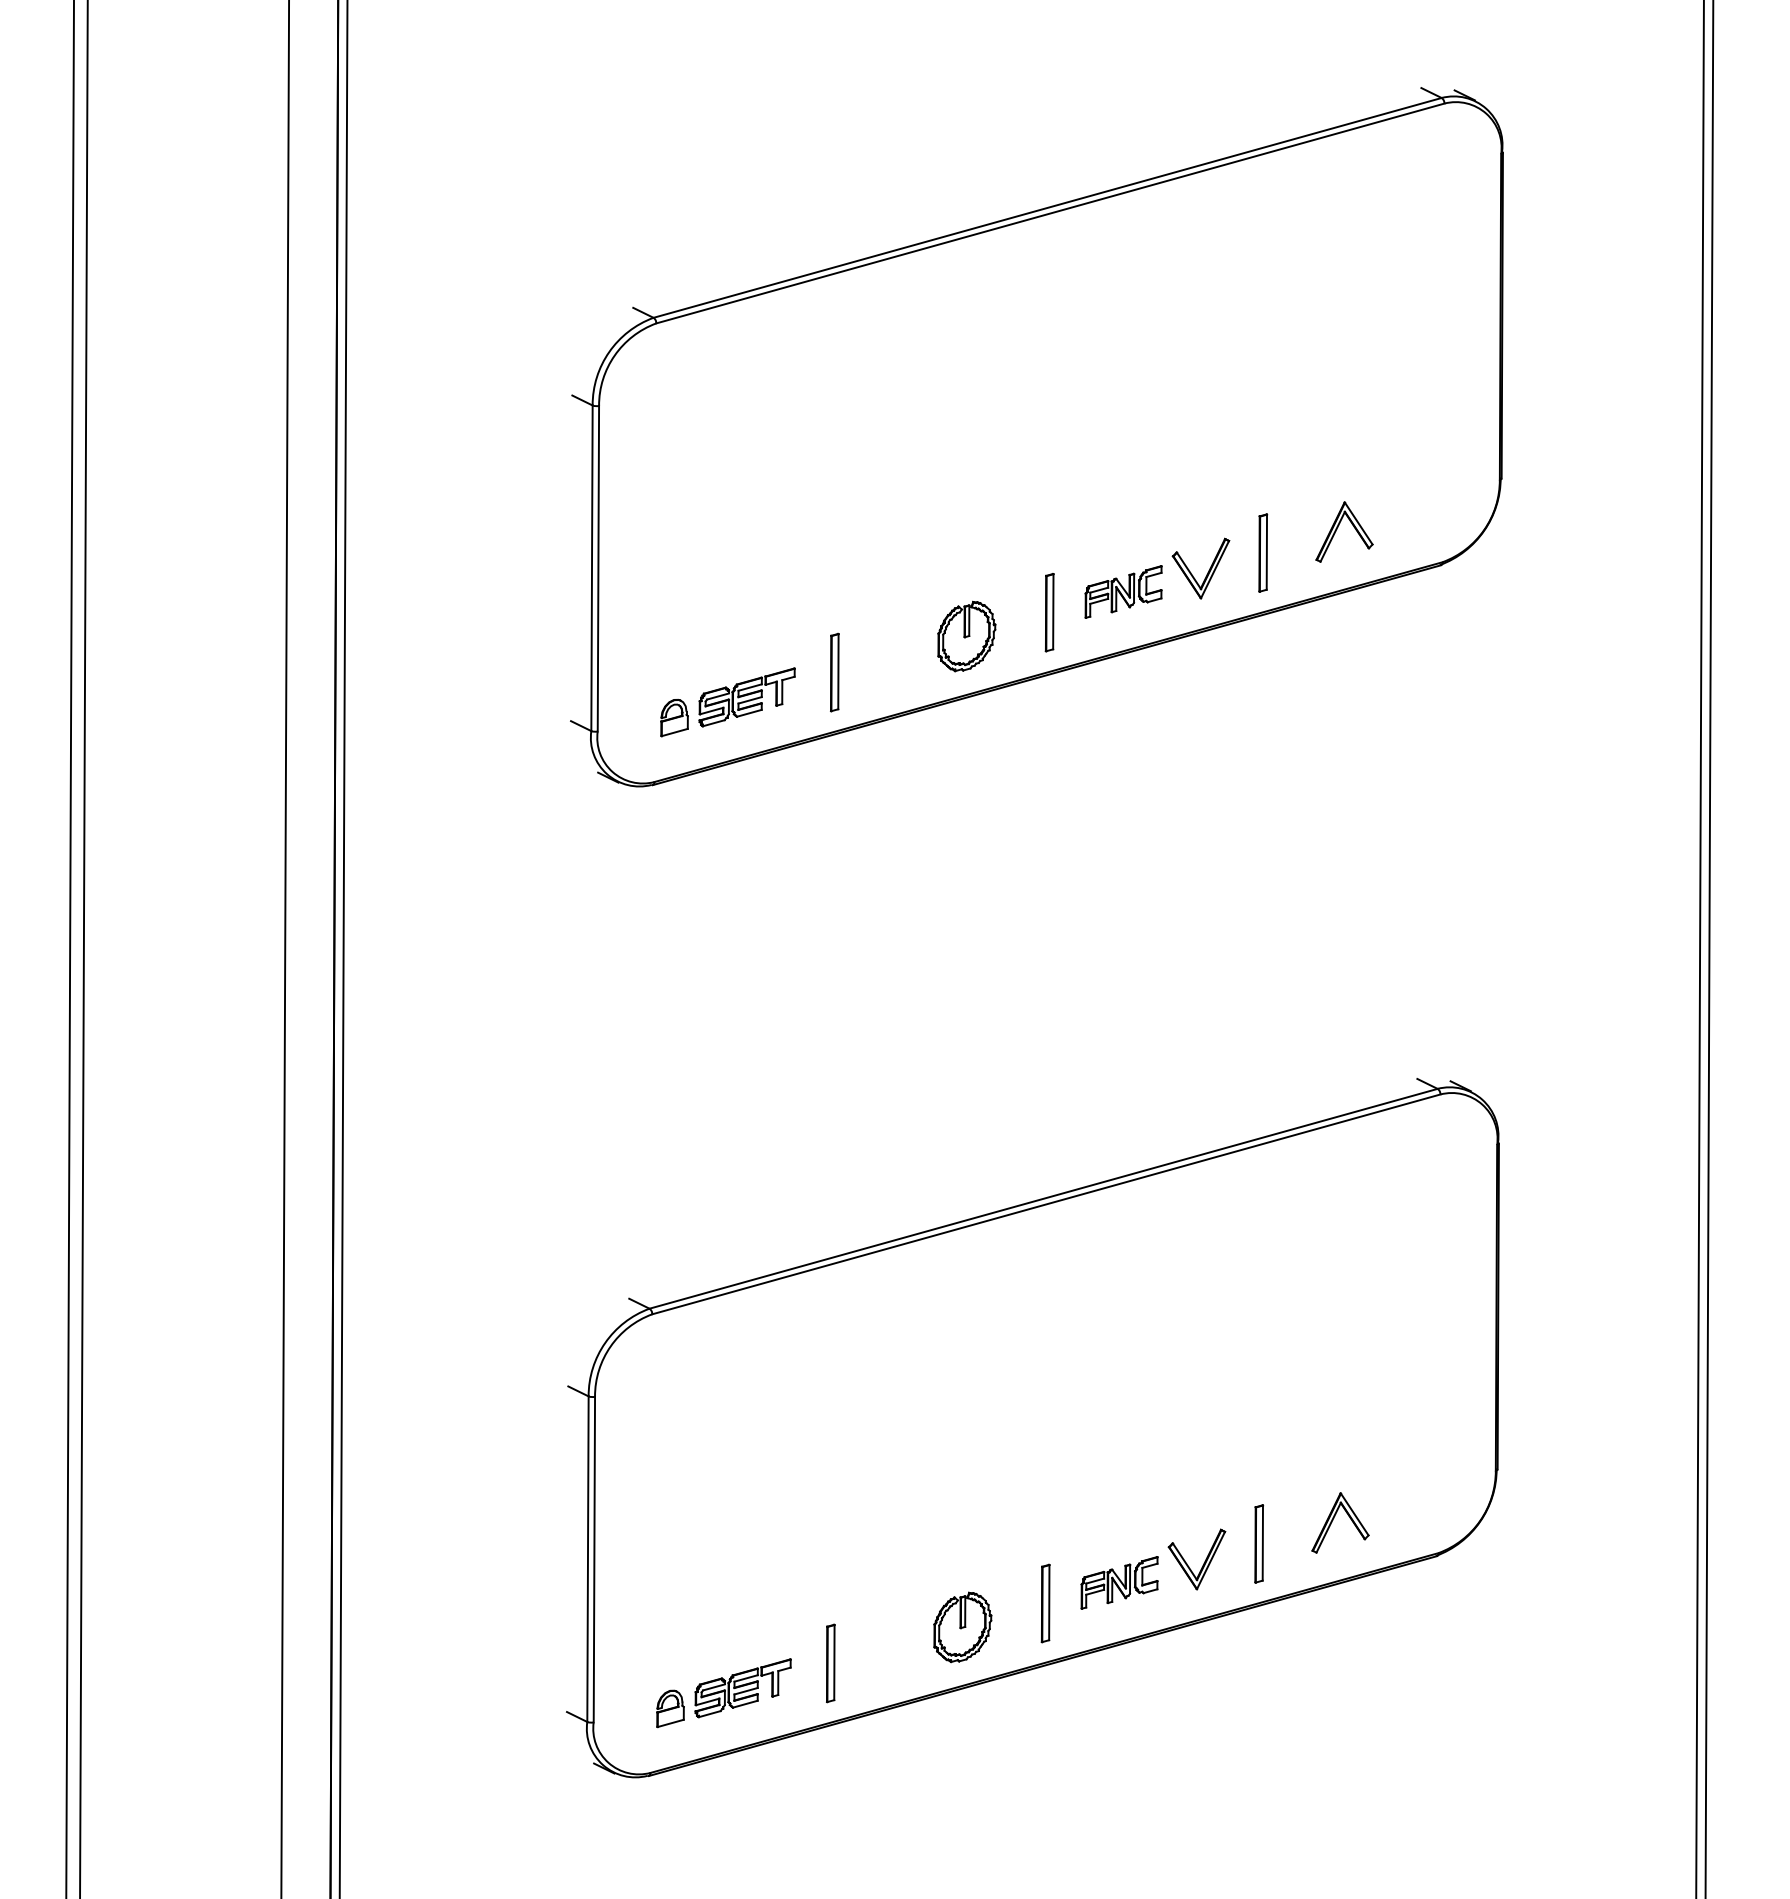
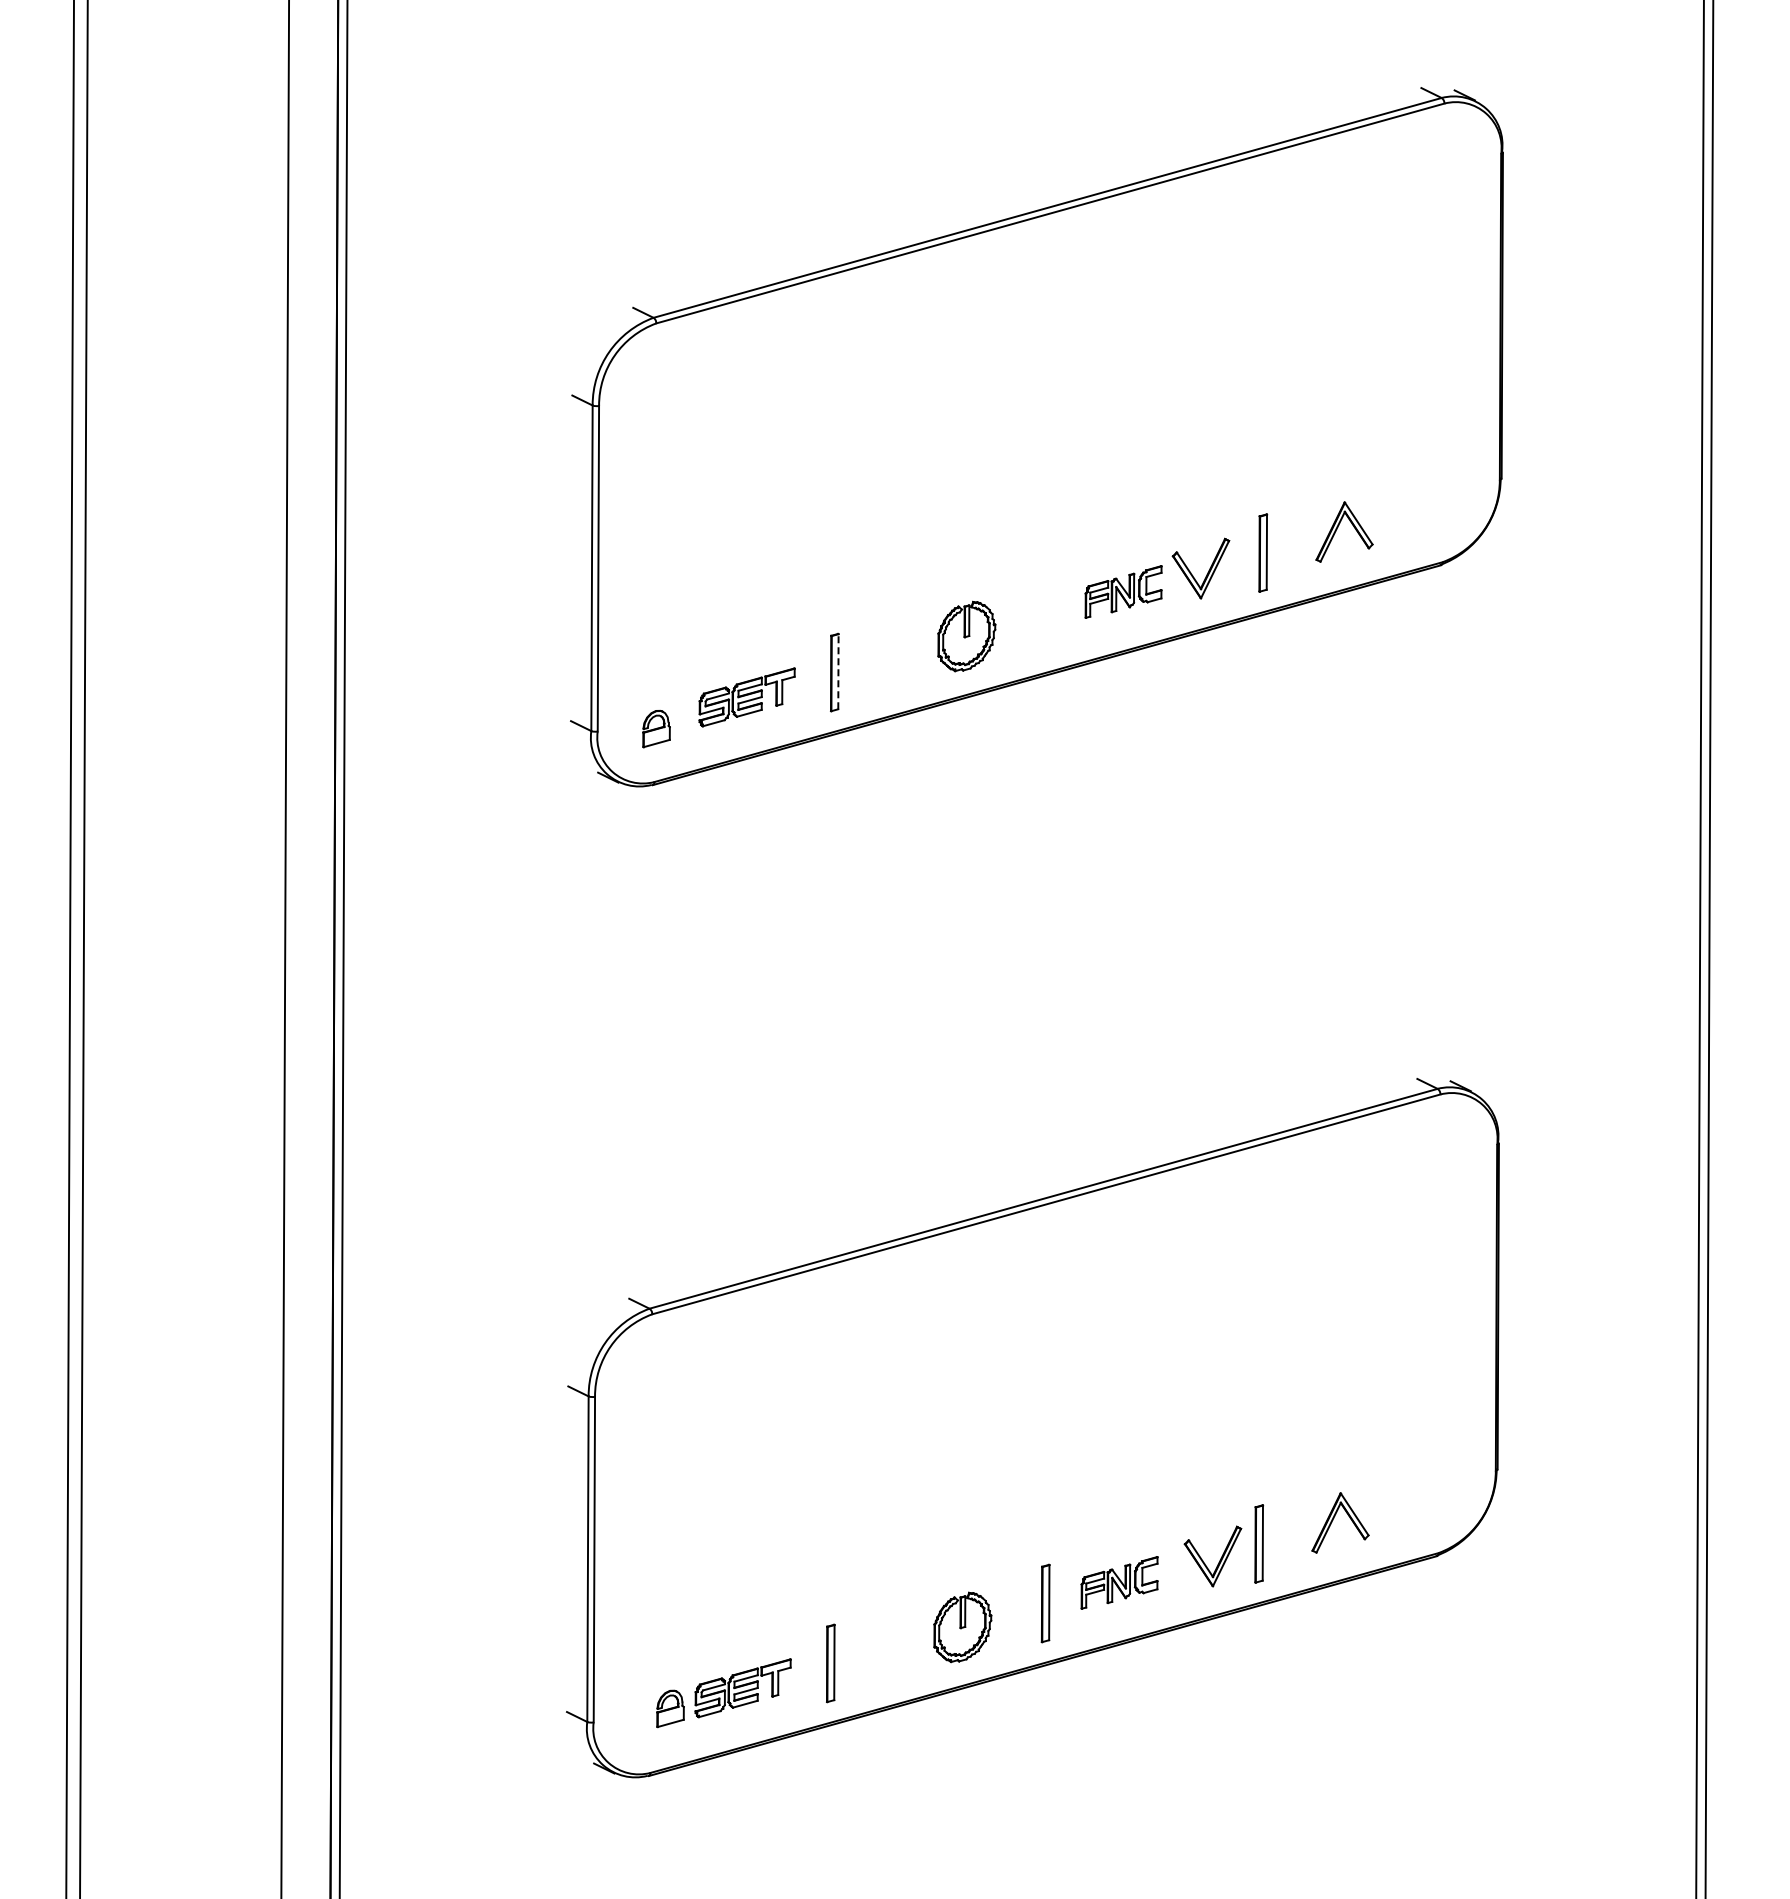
part at (1049, 612): present -> none
line at (838, 671): solid -> dashed
part at (674, 718) position: (674, 718) -> (656, 729)
part at (1203, 1563) position: (1203, 1563) -> (1219, 1560)
